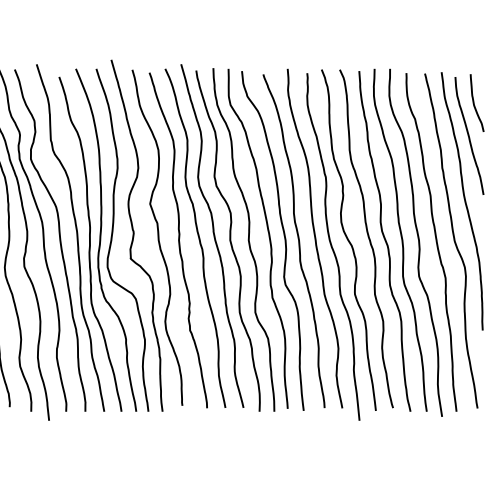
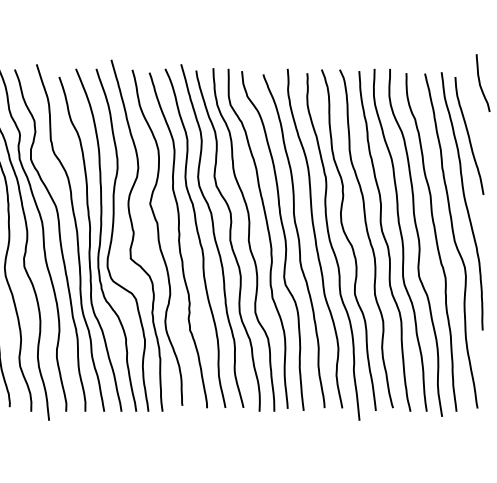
curve at (474, 102) position: (474, 102) -> (480, 82)
